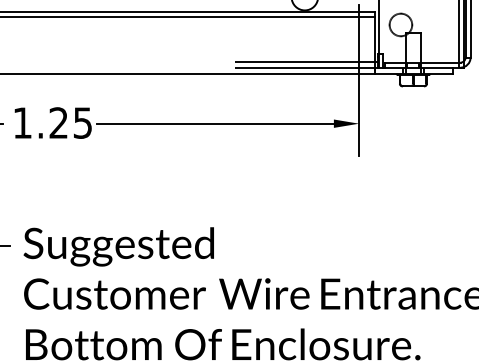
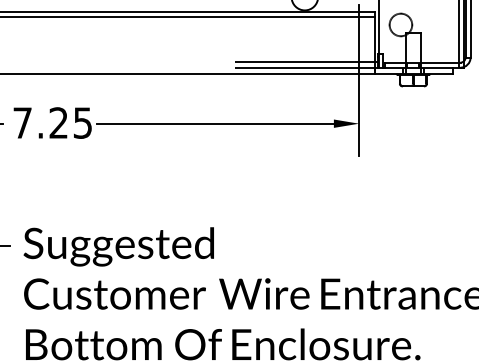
text at (22, 122): 1.25 -> 7.25
